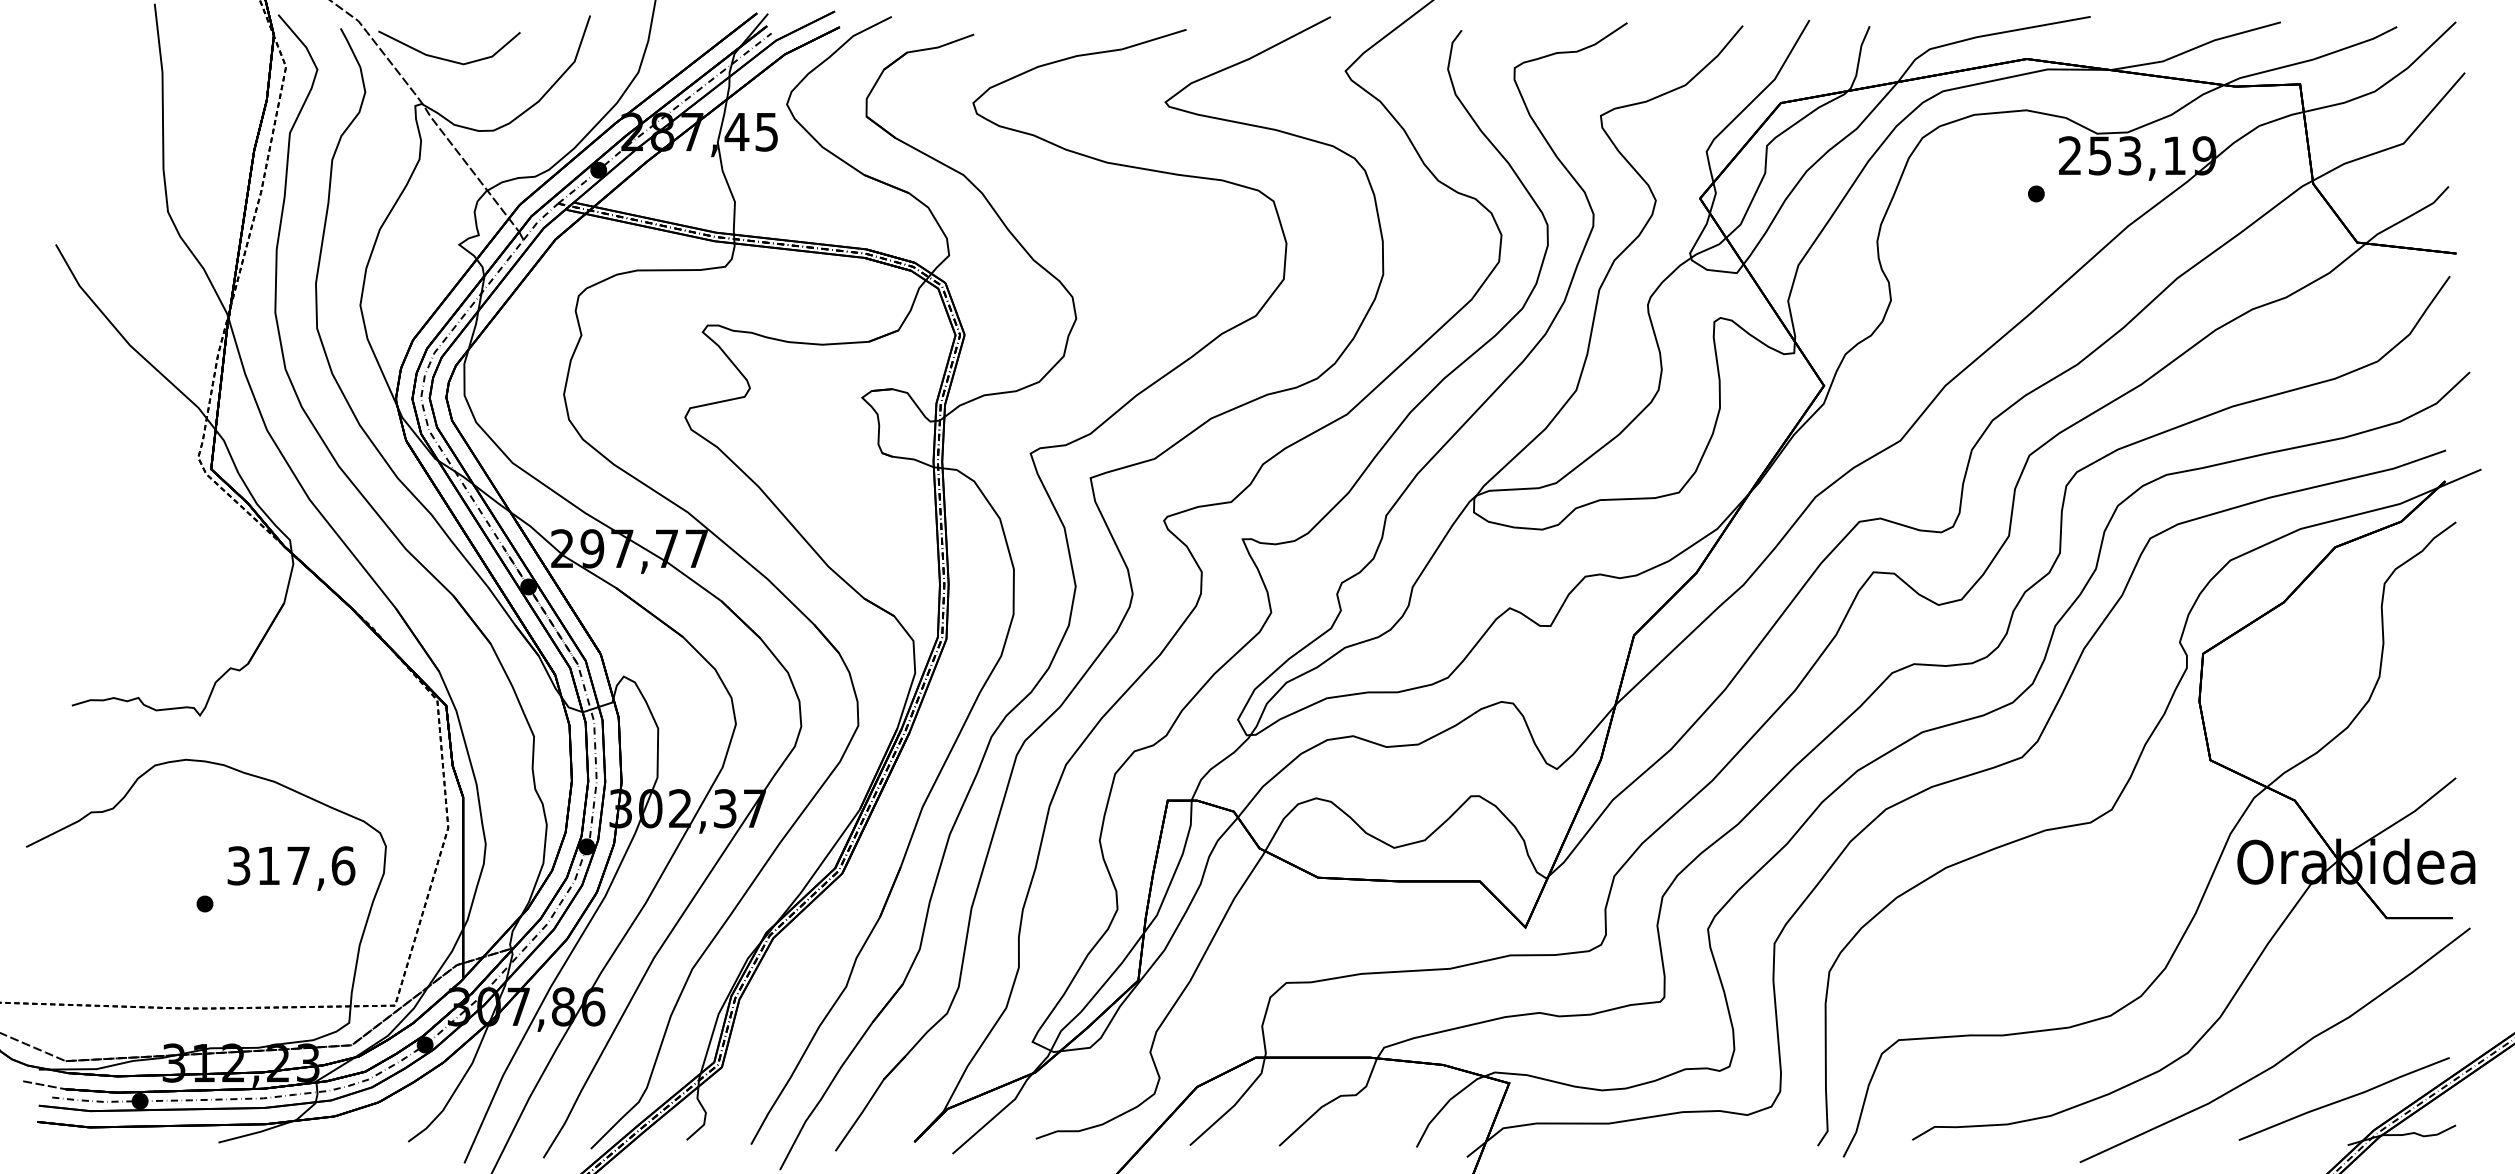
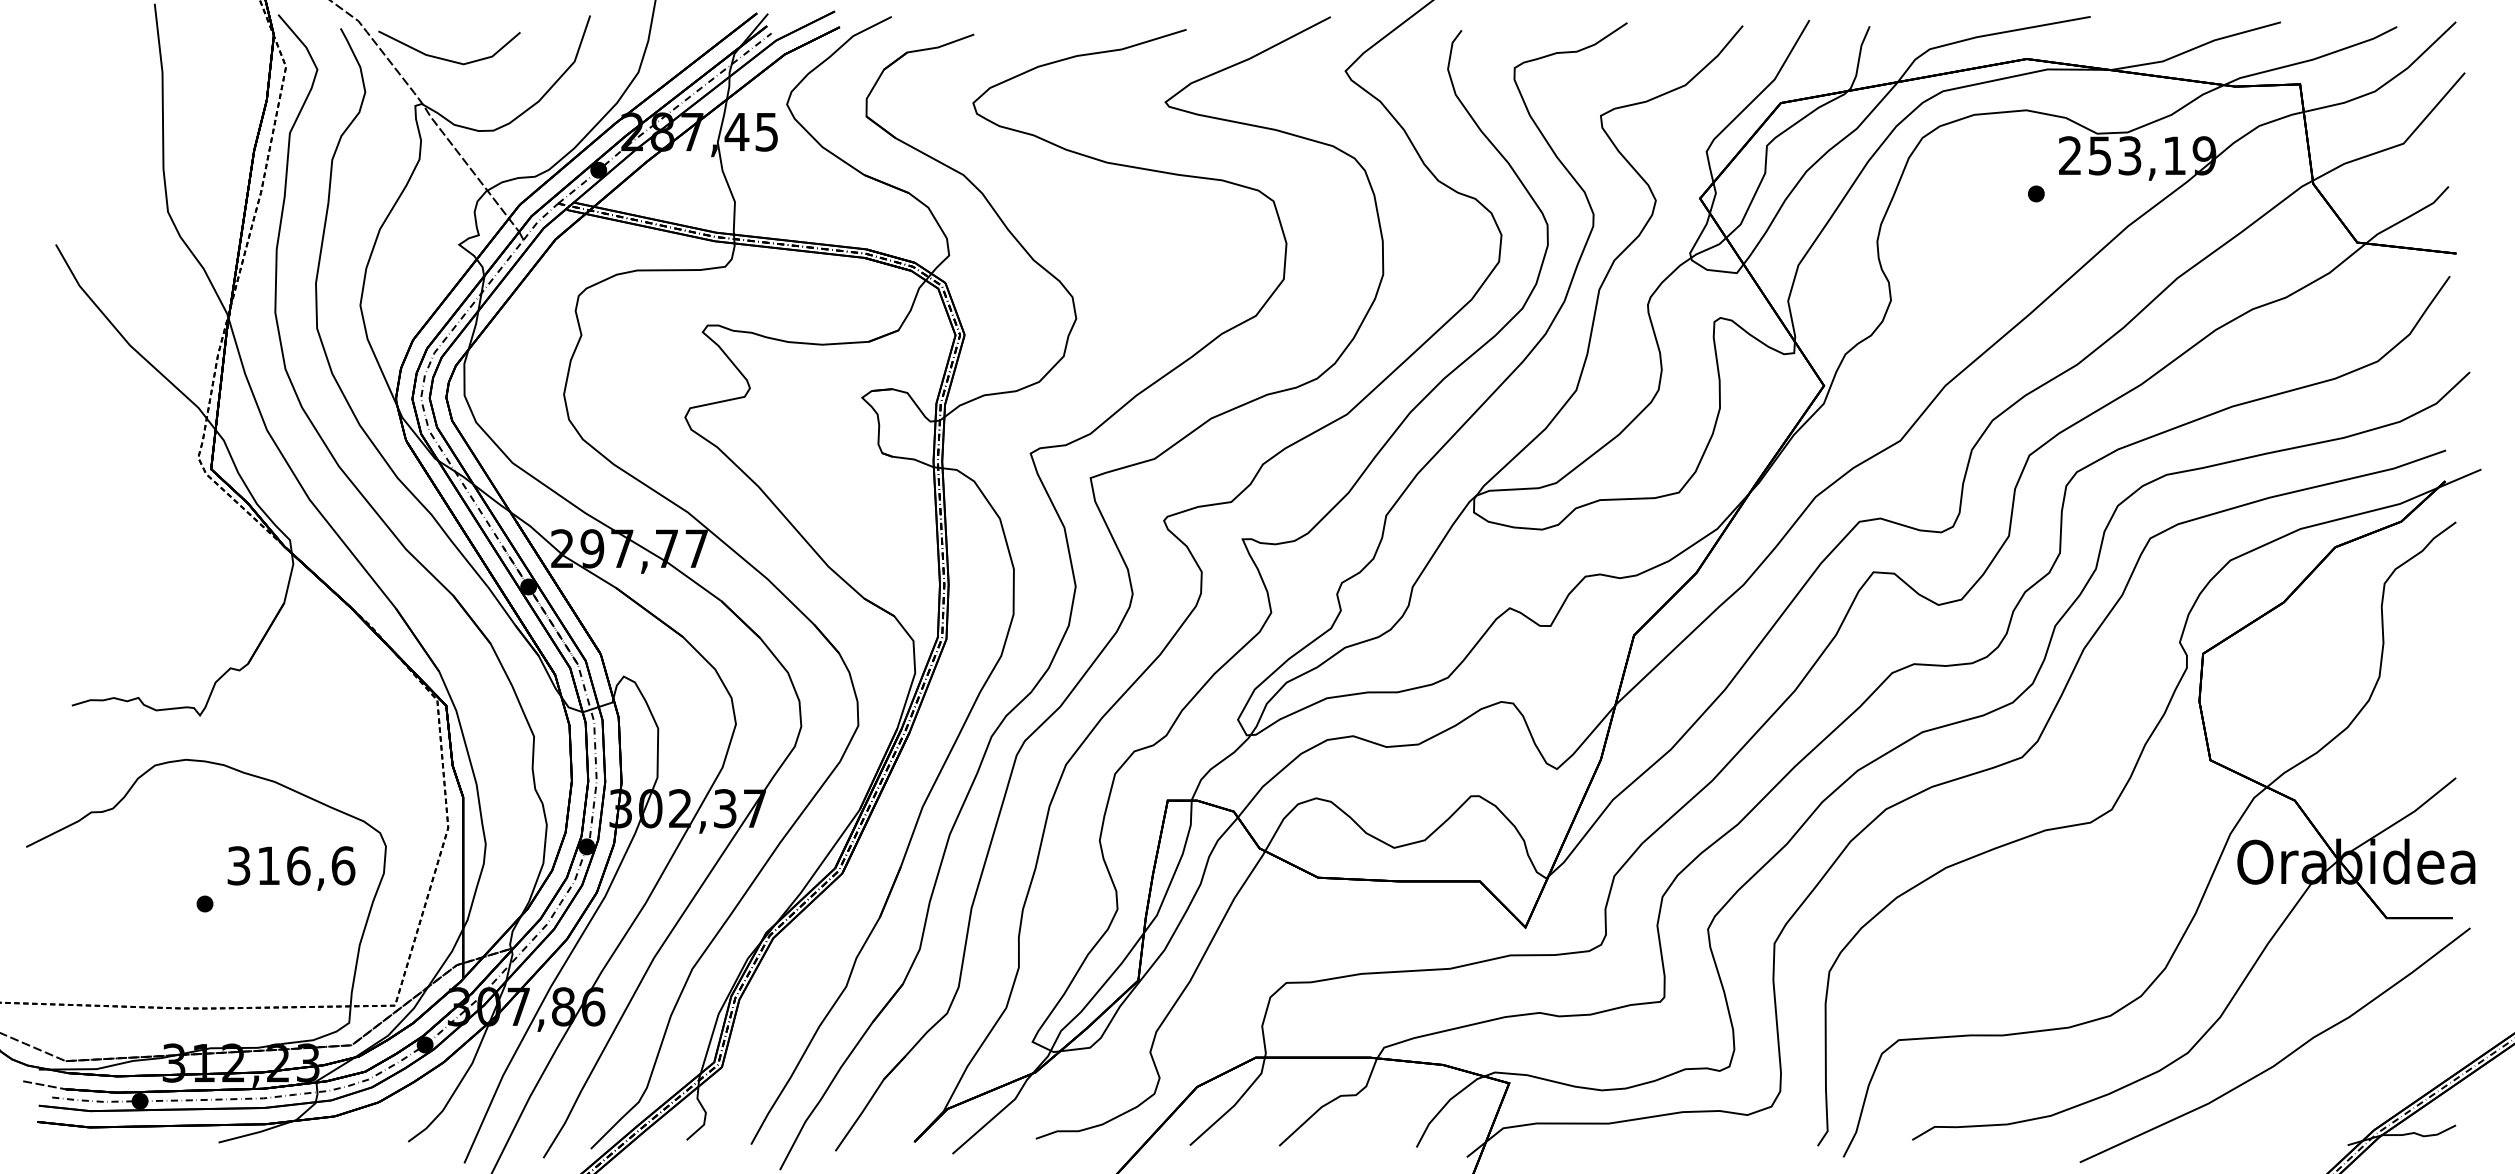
text at (298, 865): 317,6 -> 316,6
line at (2343, 1098): present -> none
